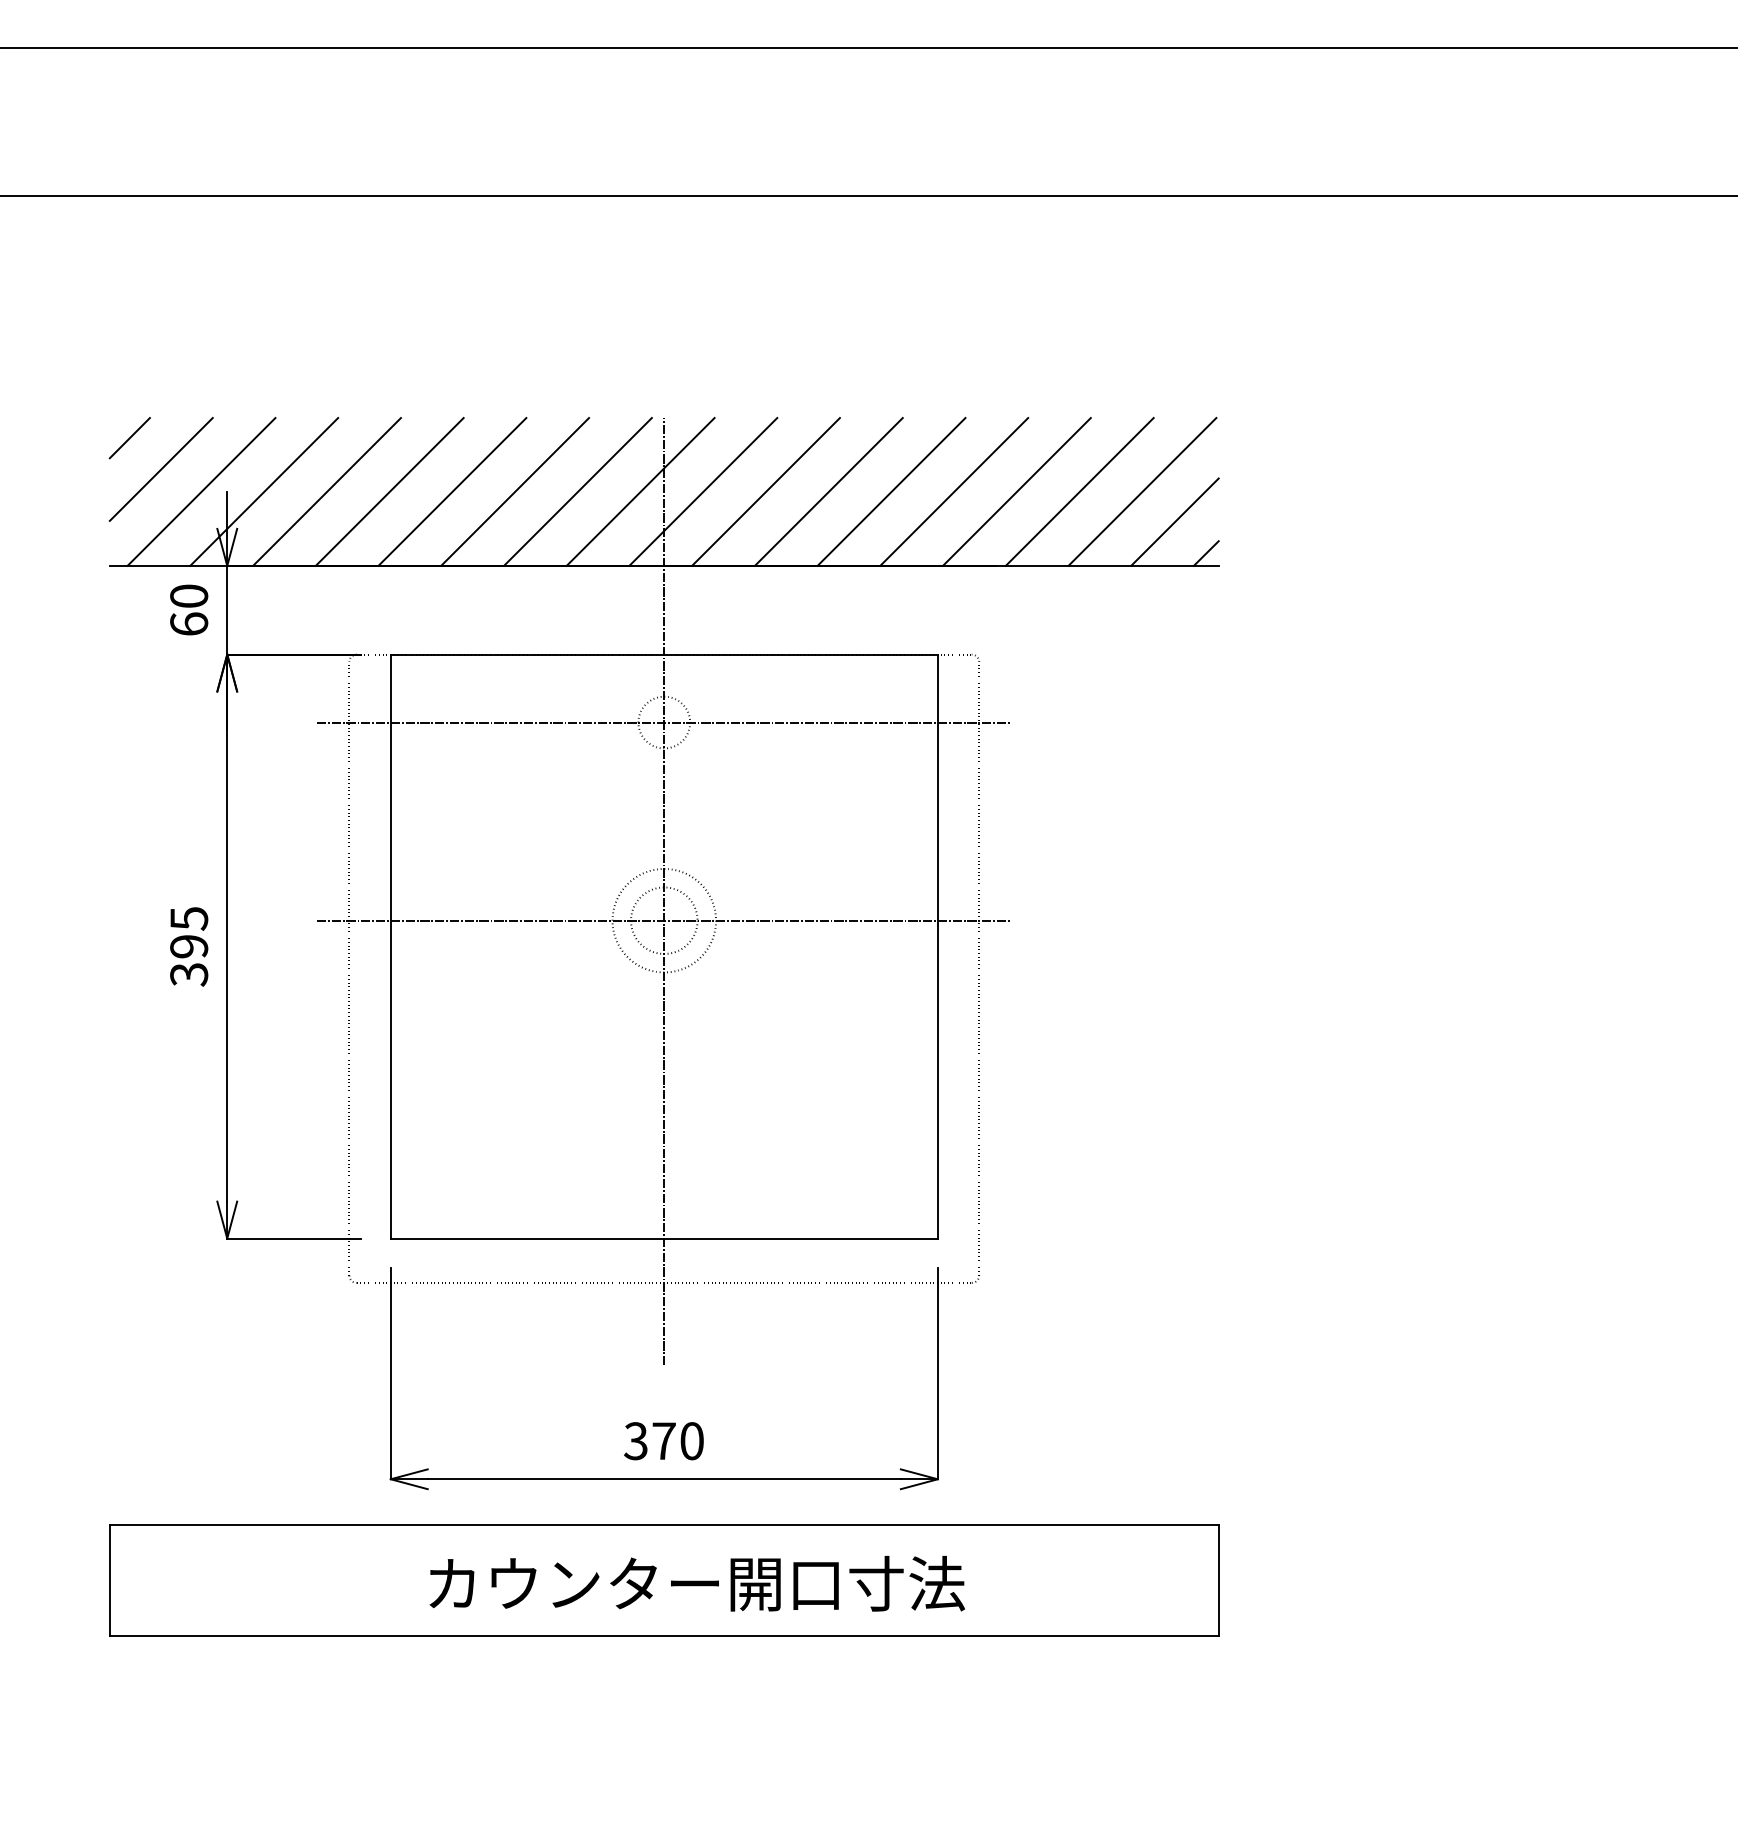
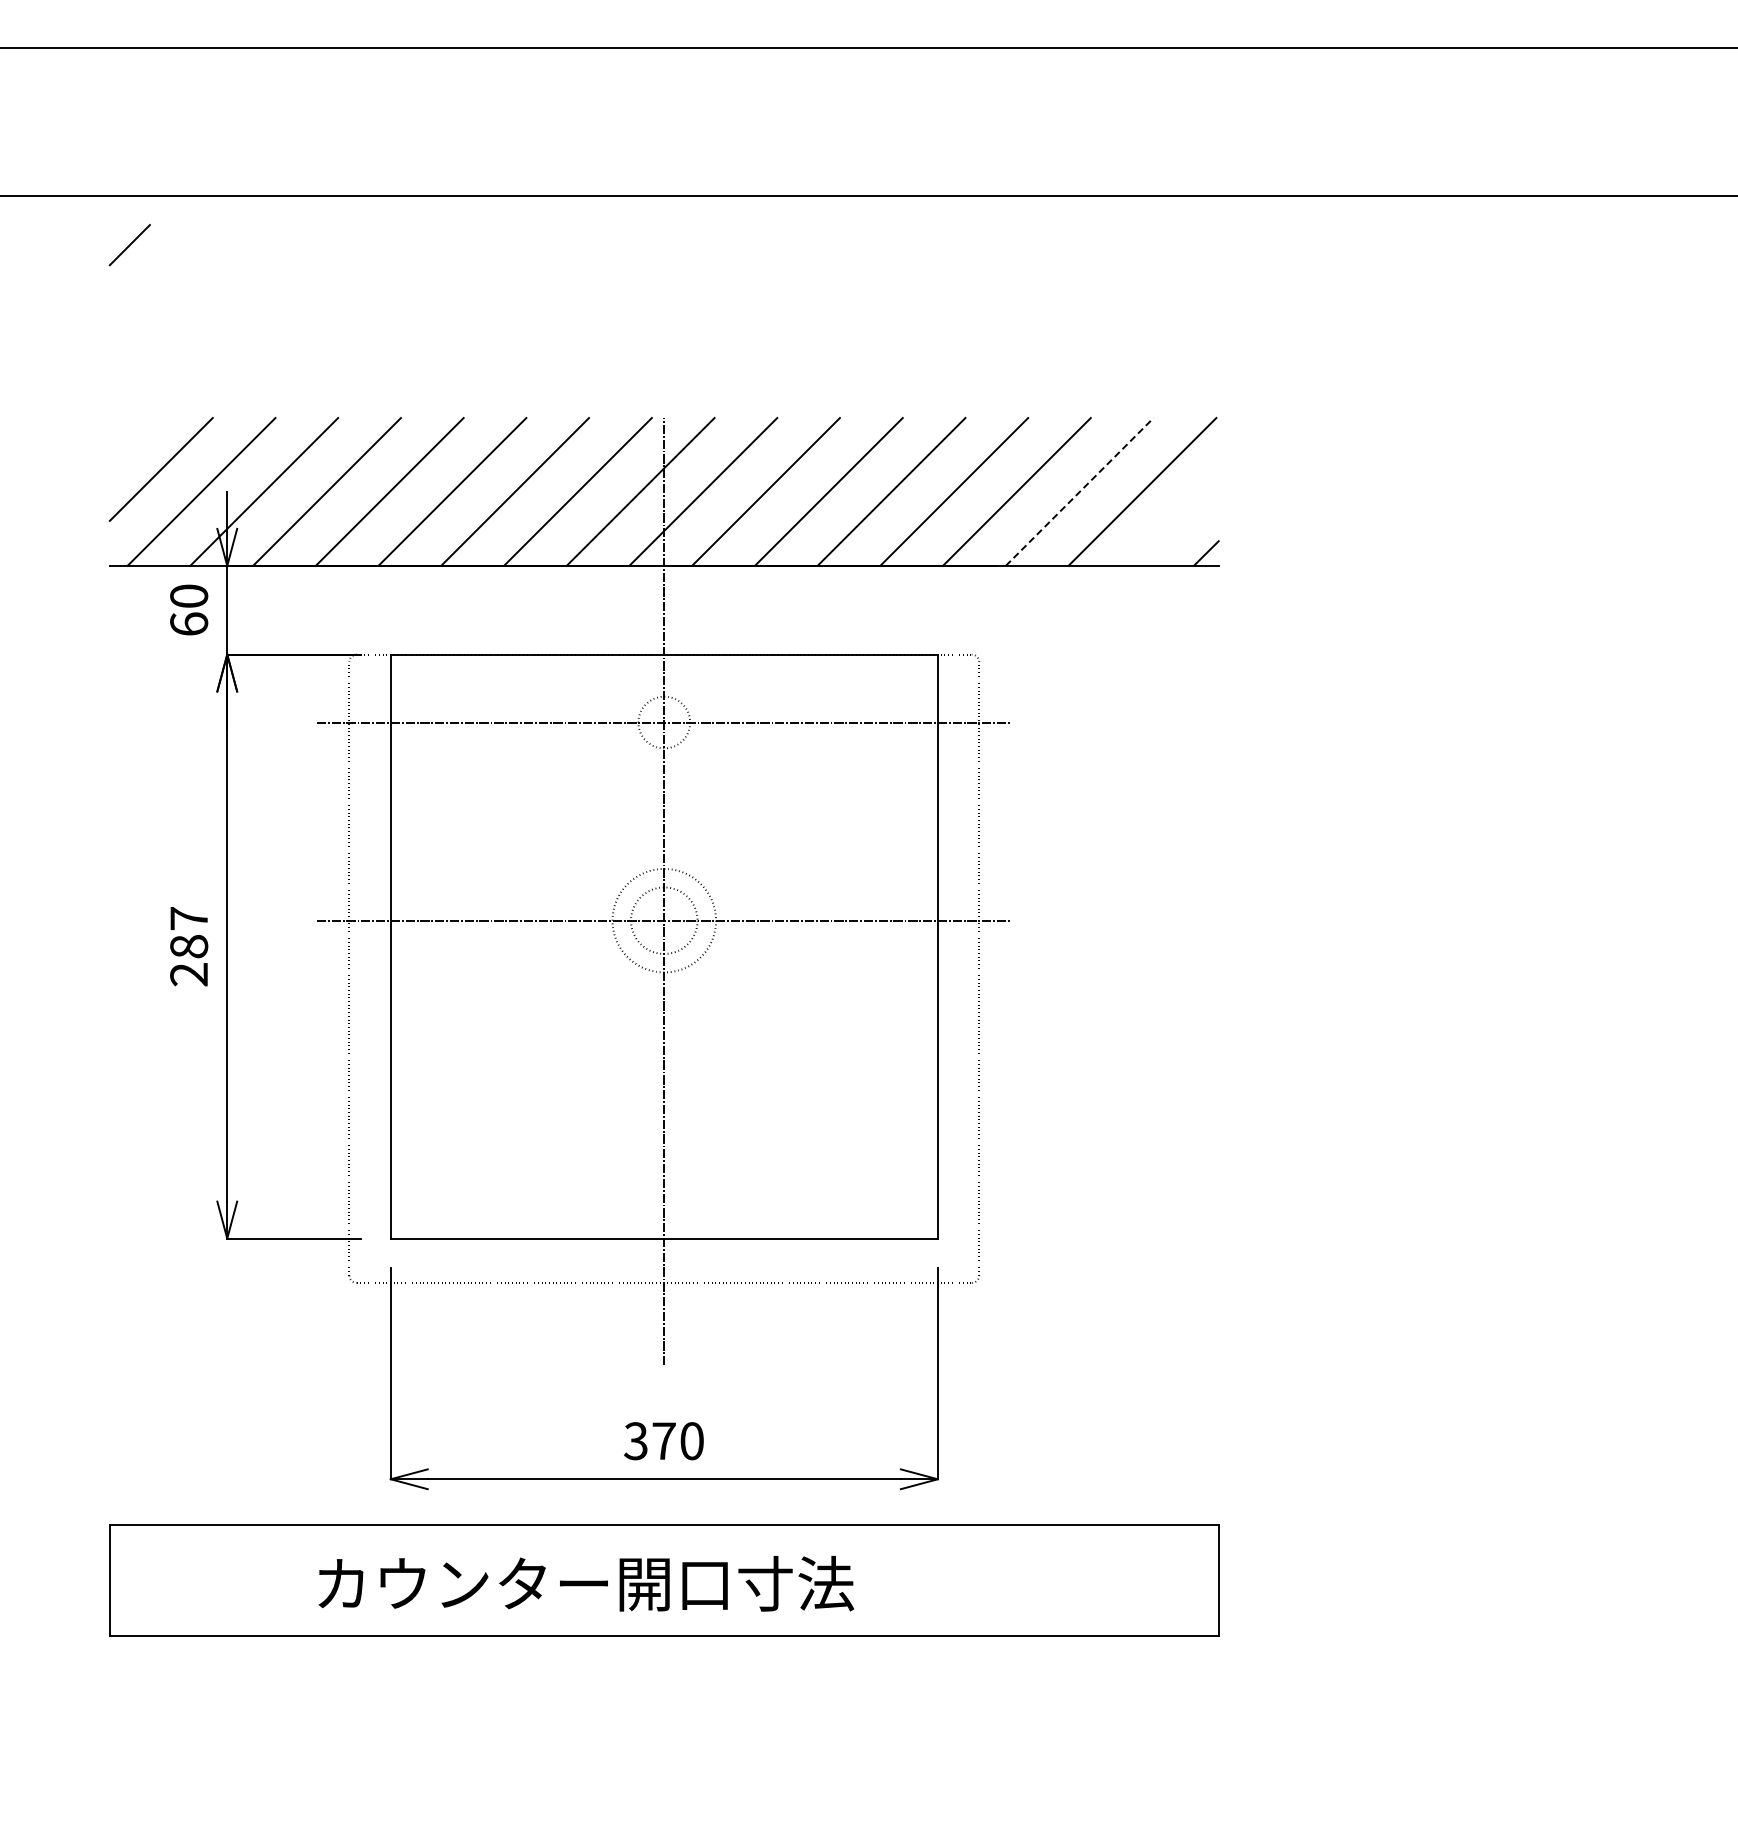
line at (129, 438) position: (129, 438) -> (129, 245)
line at (1079, 491): solid -> dashed
line at (1174, 521): present -> none
text at (189, 946): 395 -> 287
text at (696, 1583) position: (696, 1583) -> (585, 1583)
